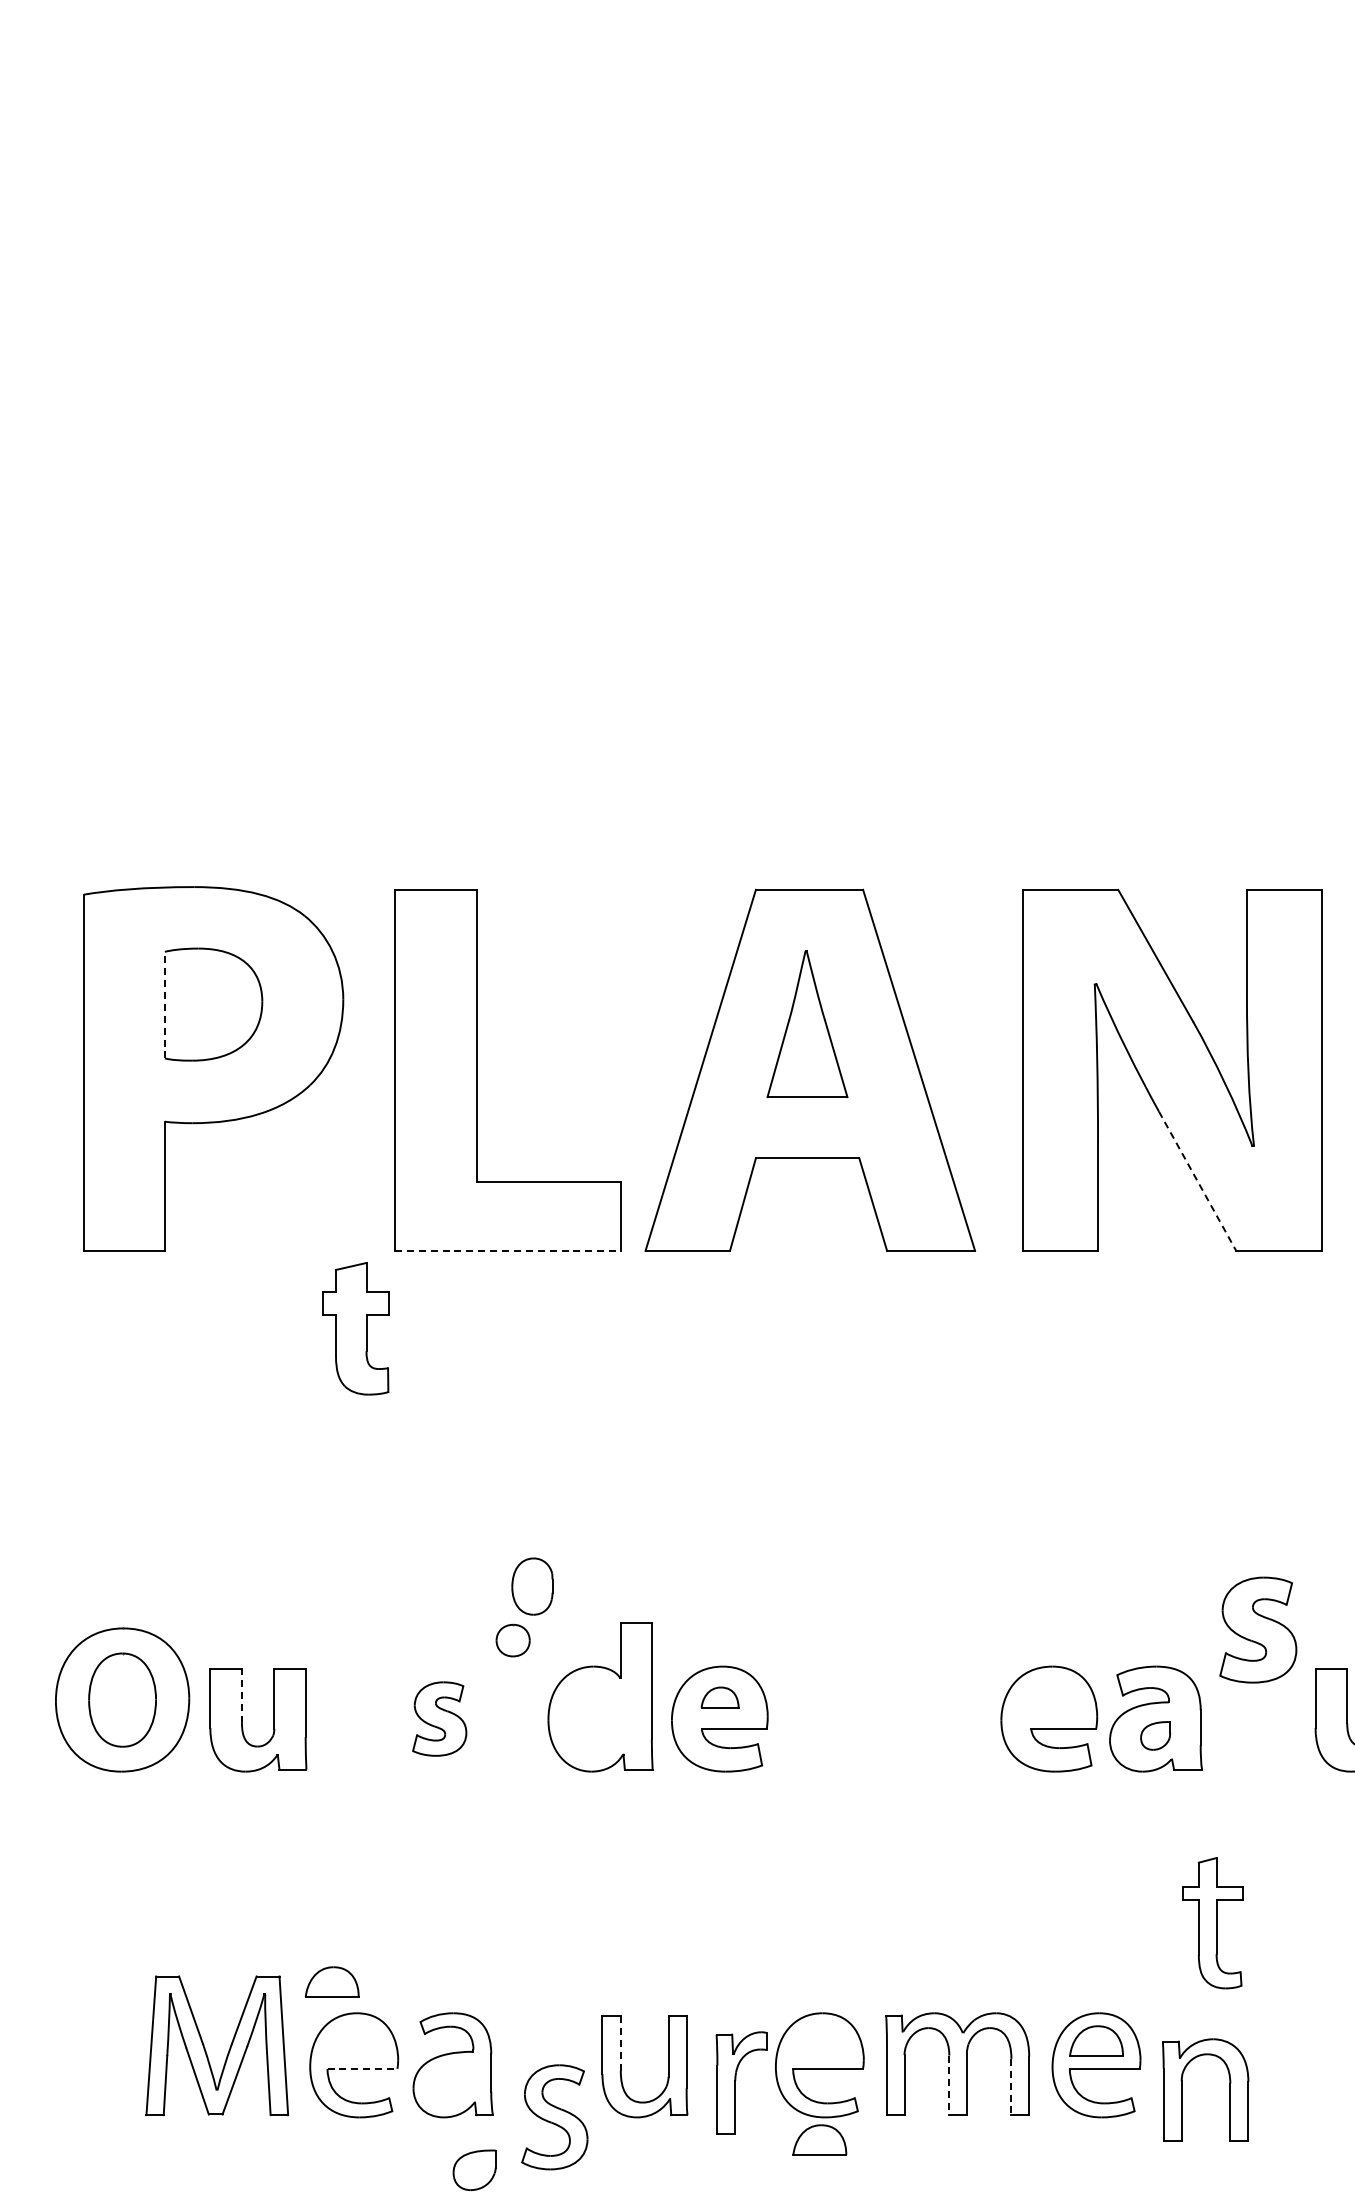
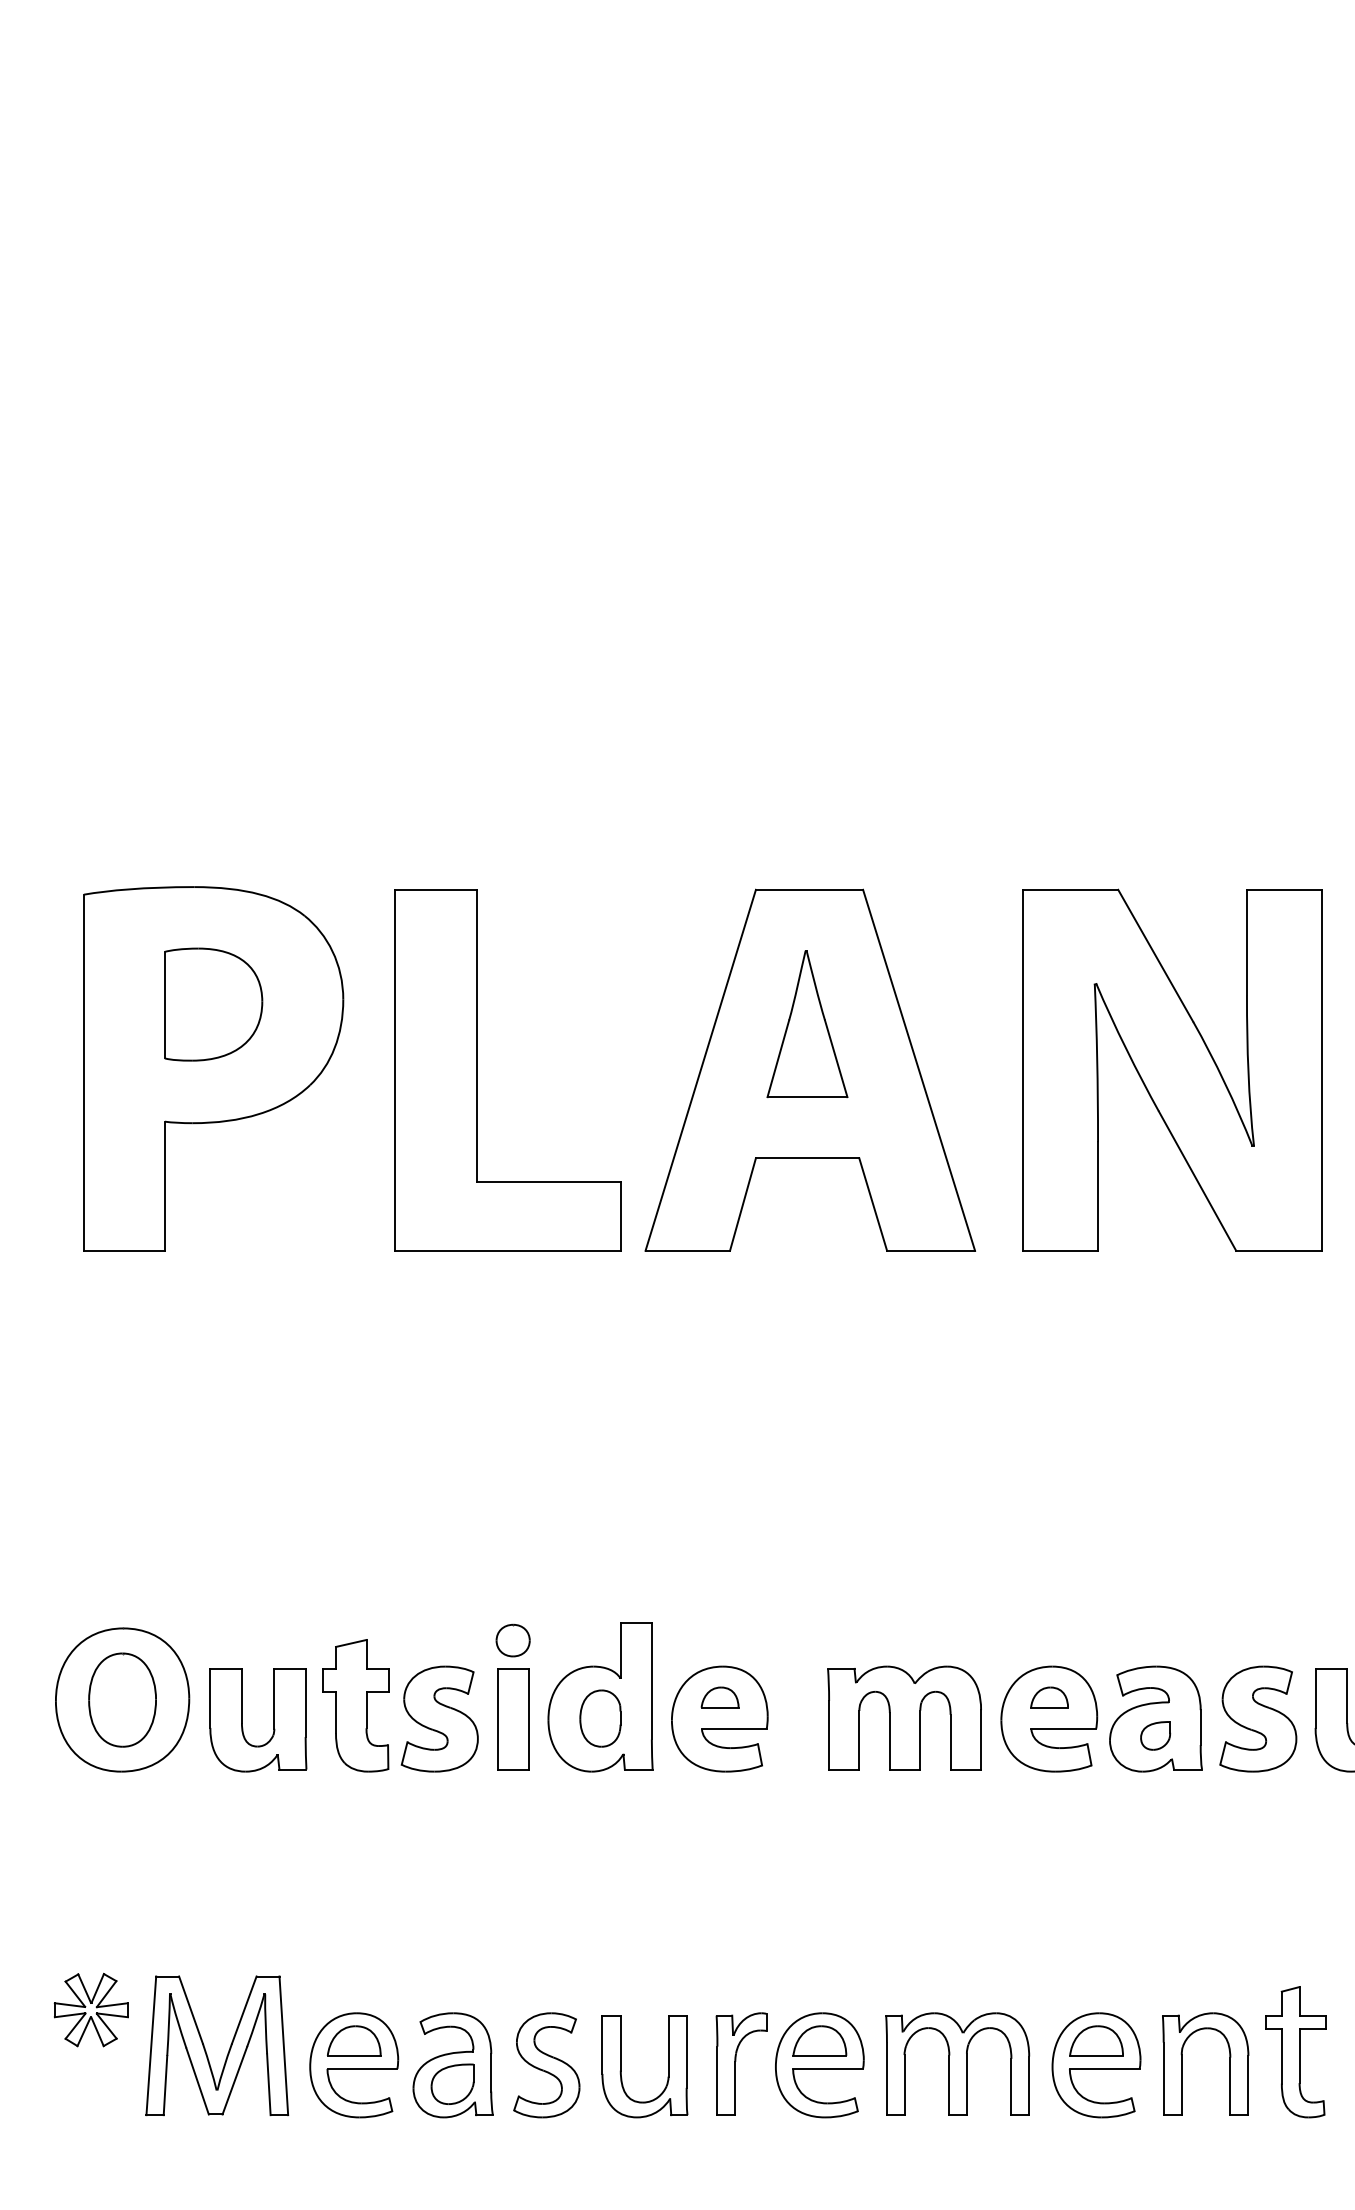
line at (164, 1004): dashed -> solid
line at (1197, 1181): dashed -> solid
line at (507, 1250): dashed -> solid
part at (355, 1328) position: (355, 1328) -> (355, 1705)
part at (532, 1586) position: (532, 1586) -> (600, 1718)
part at (1258, 1629) position: (1258, 1629) -> (1258, 1718)
line at (241, 1695): dashed -> solid
part at (1049, 1697): none -> present
part at (904, 1717): none -> present
part at (439, 1718) size: 56x76 px -> 79x108 px
part at (513, 1719): none -> present
part at (1212, 1923) position: (1212, 1923) -> (1295, 2052)
part at (332, 1981) position: (332, 1981) -> (354, 2040)
part at (90, 2009): none -> present
line at (620, 2042): dashed -> solid
line at (362, 2068): dashed -> solid
part at (741, 2082) position: (741, 2082) -> (741, 2063)
line at (949, 2085): dashed -> solid
line at (1011, 2087): dashed -> solid
part at (1182, 2089) position: (1182, 2089) -> (1182, 2063)
part at (554, 2117) position: (554, 2117) -> (546, 2065)
part at (819, 2139) position: (819, 2139) -> (819, 2040)
part at (474, 2169) position: (474, 2169) -> (452, 2083)
